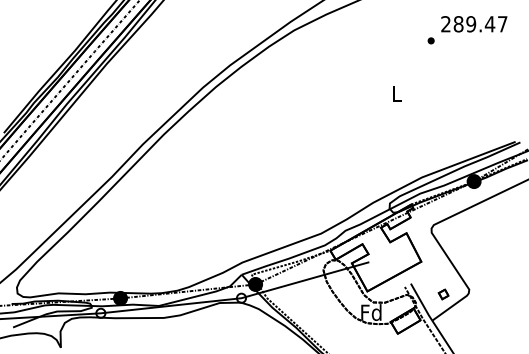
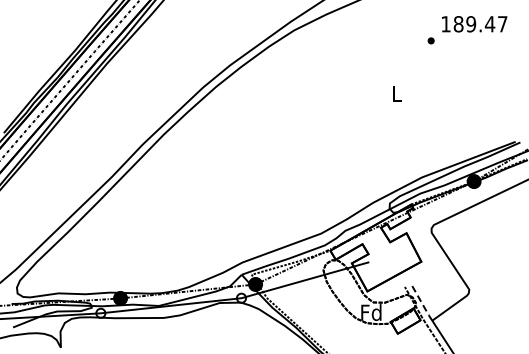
text at (445, 24): 289.47 -> 189.47
part at (443, 294): present -> none
line at (421, 302): solid -> dashed
